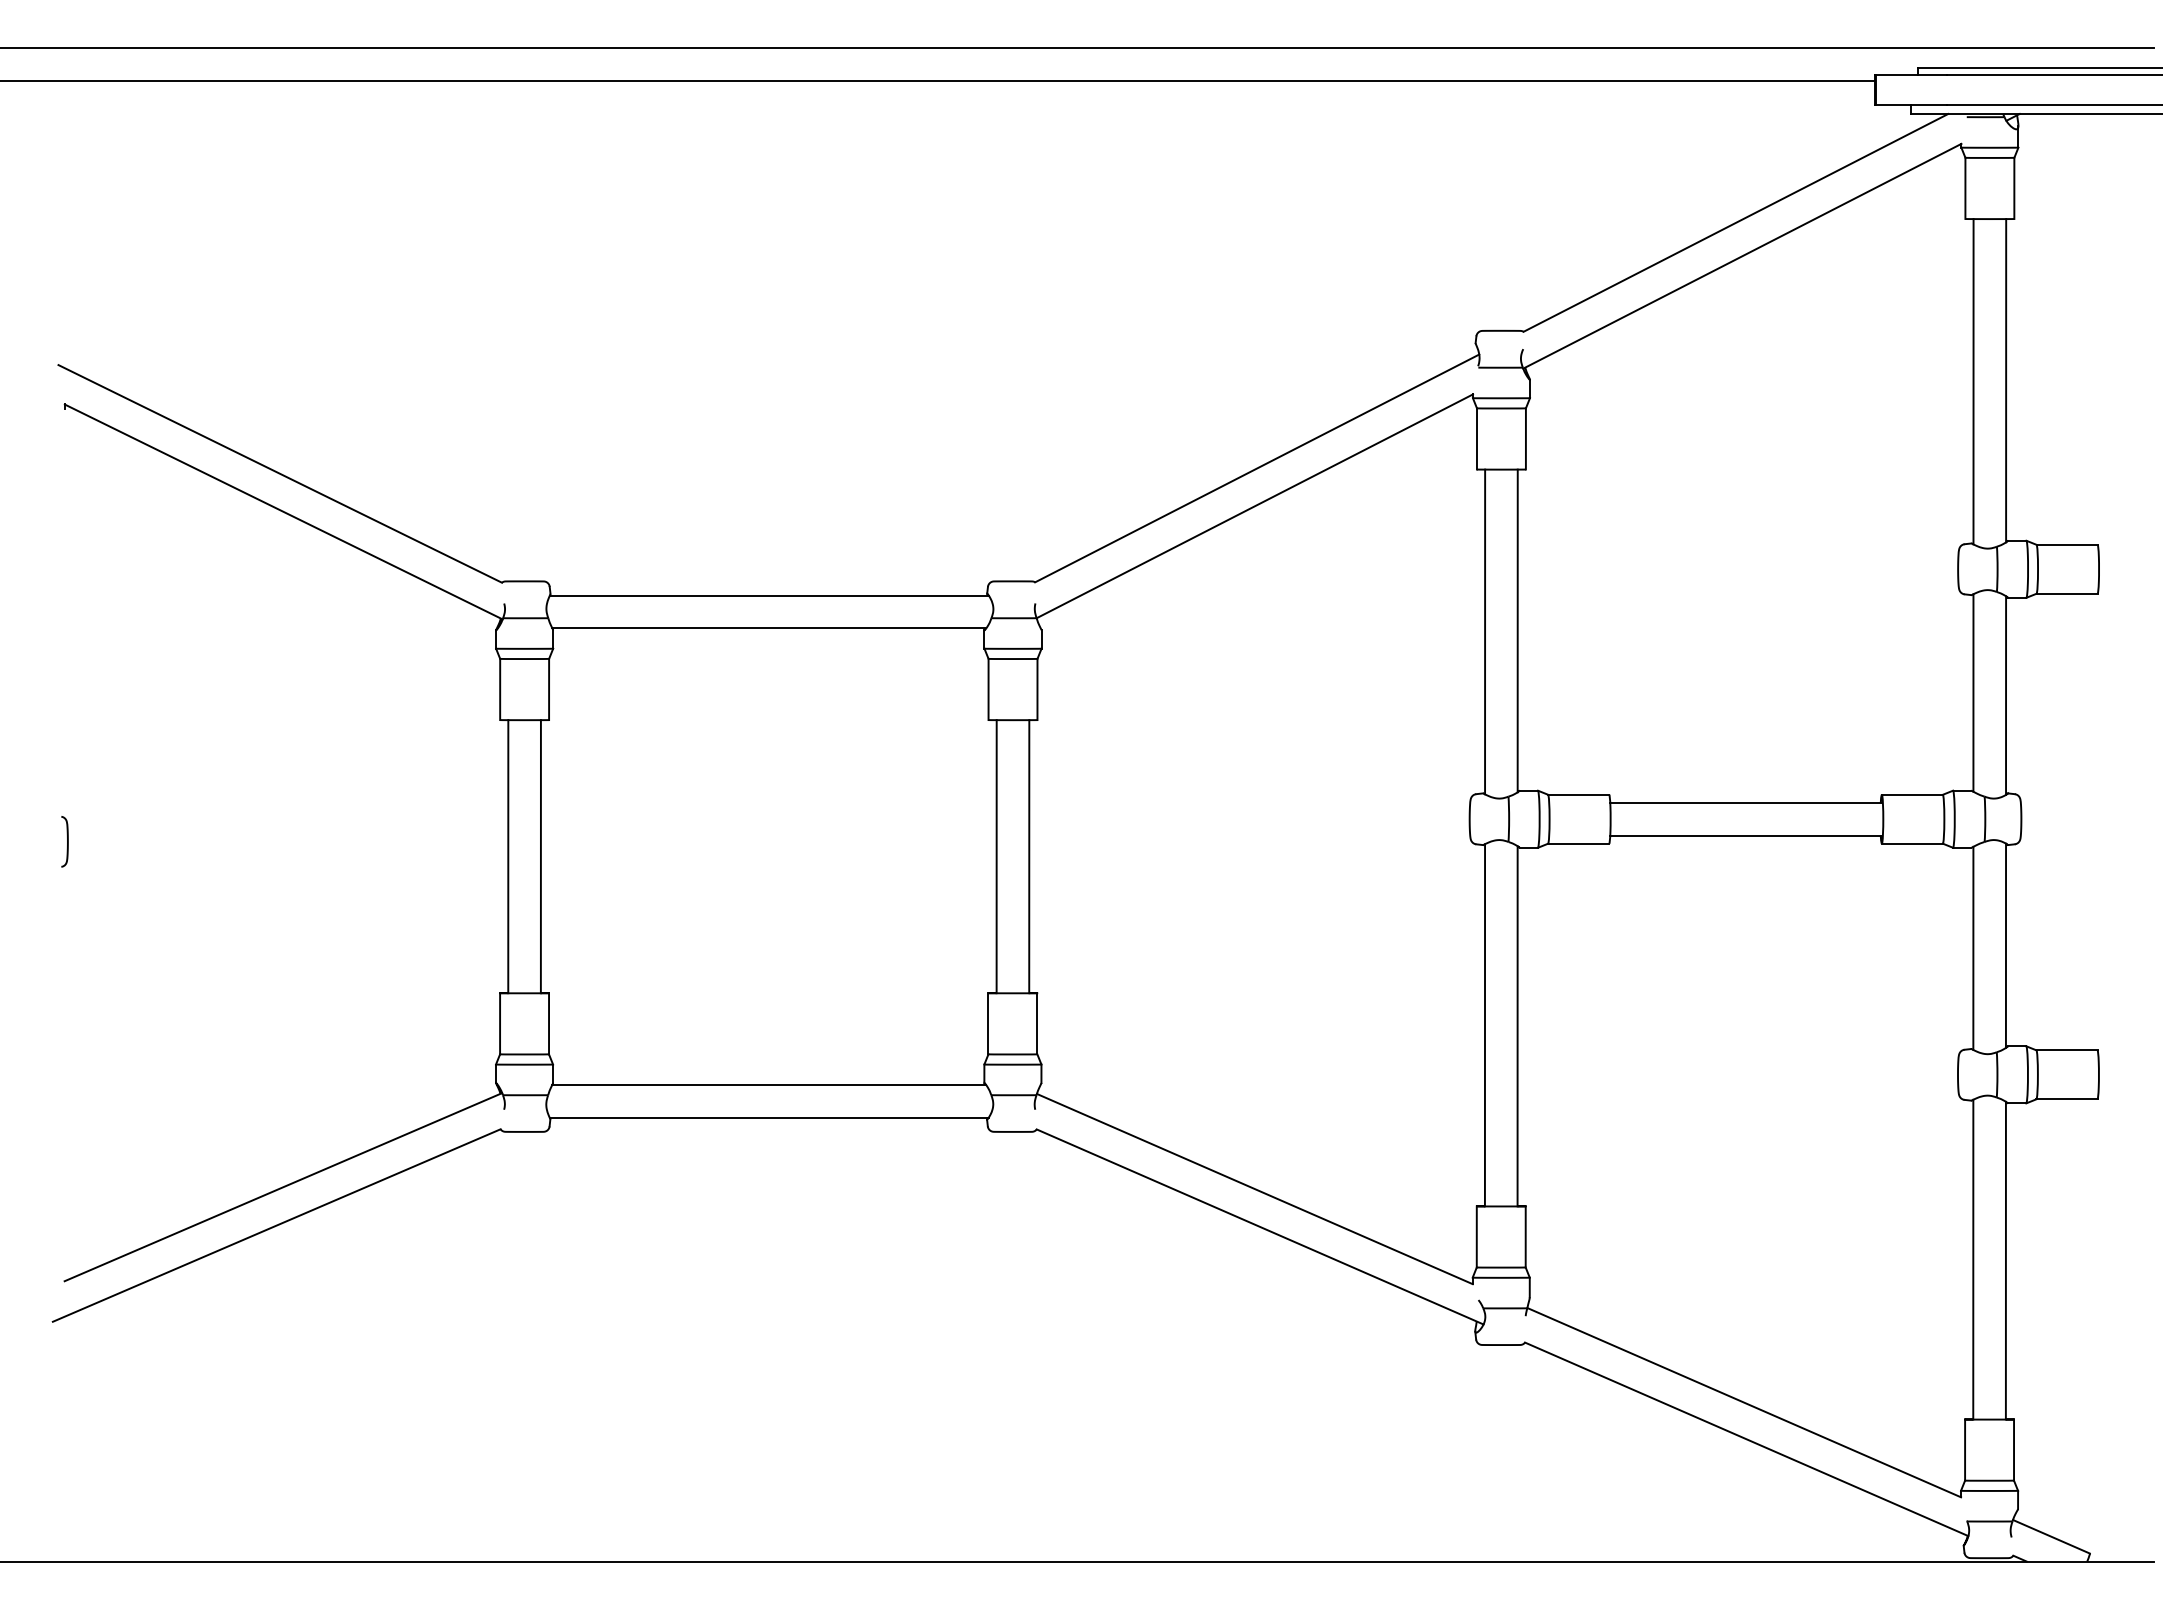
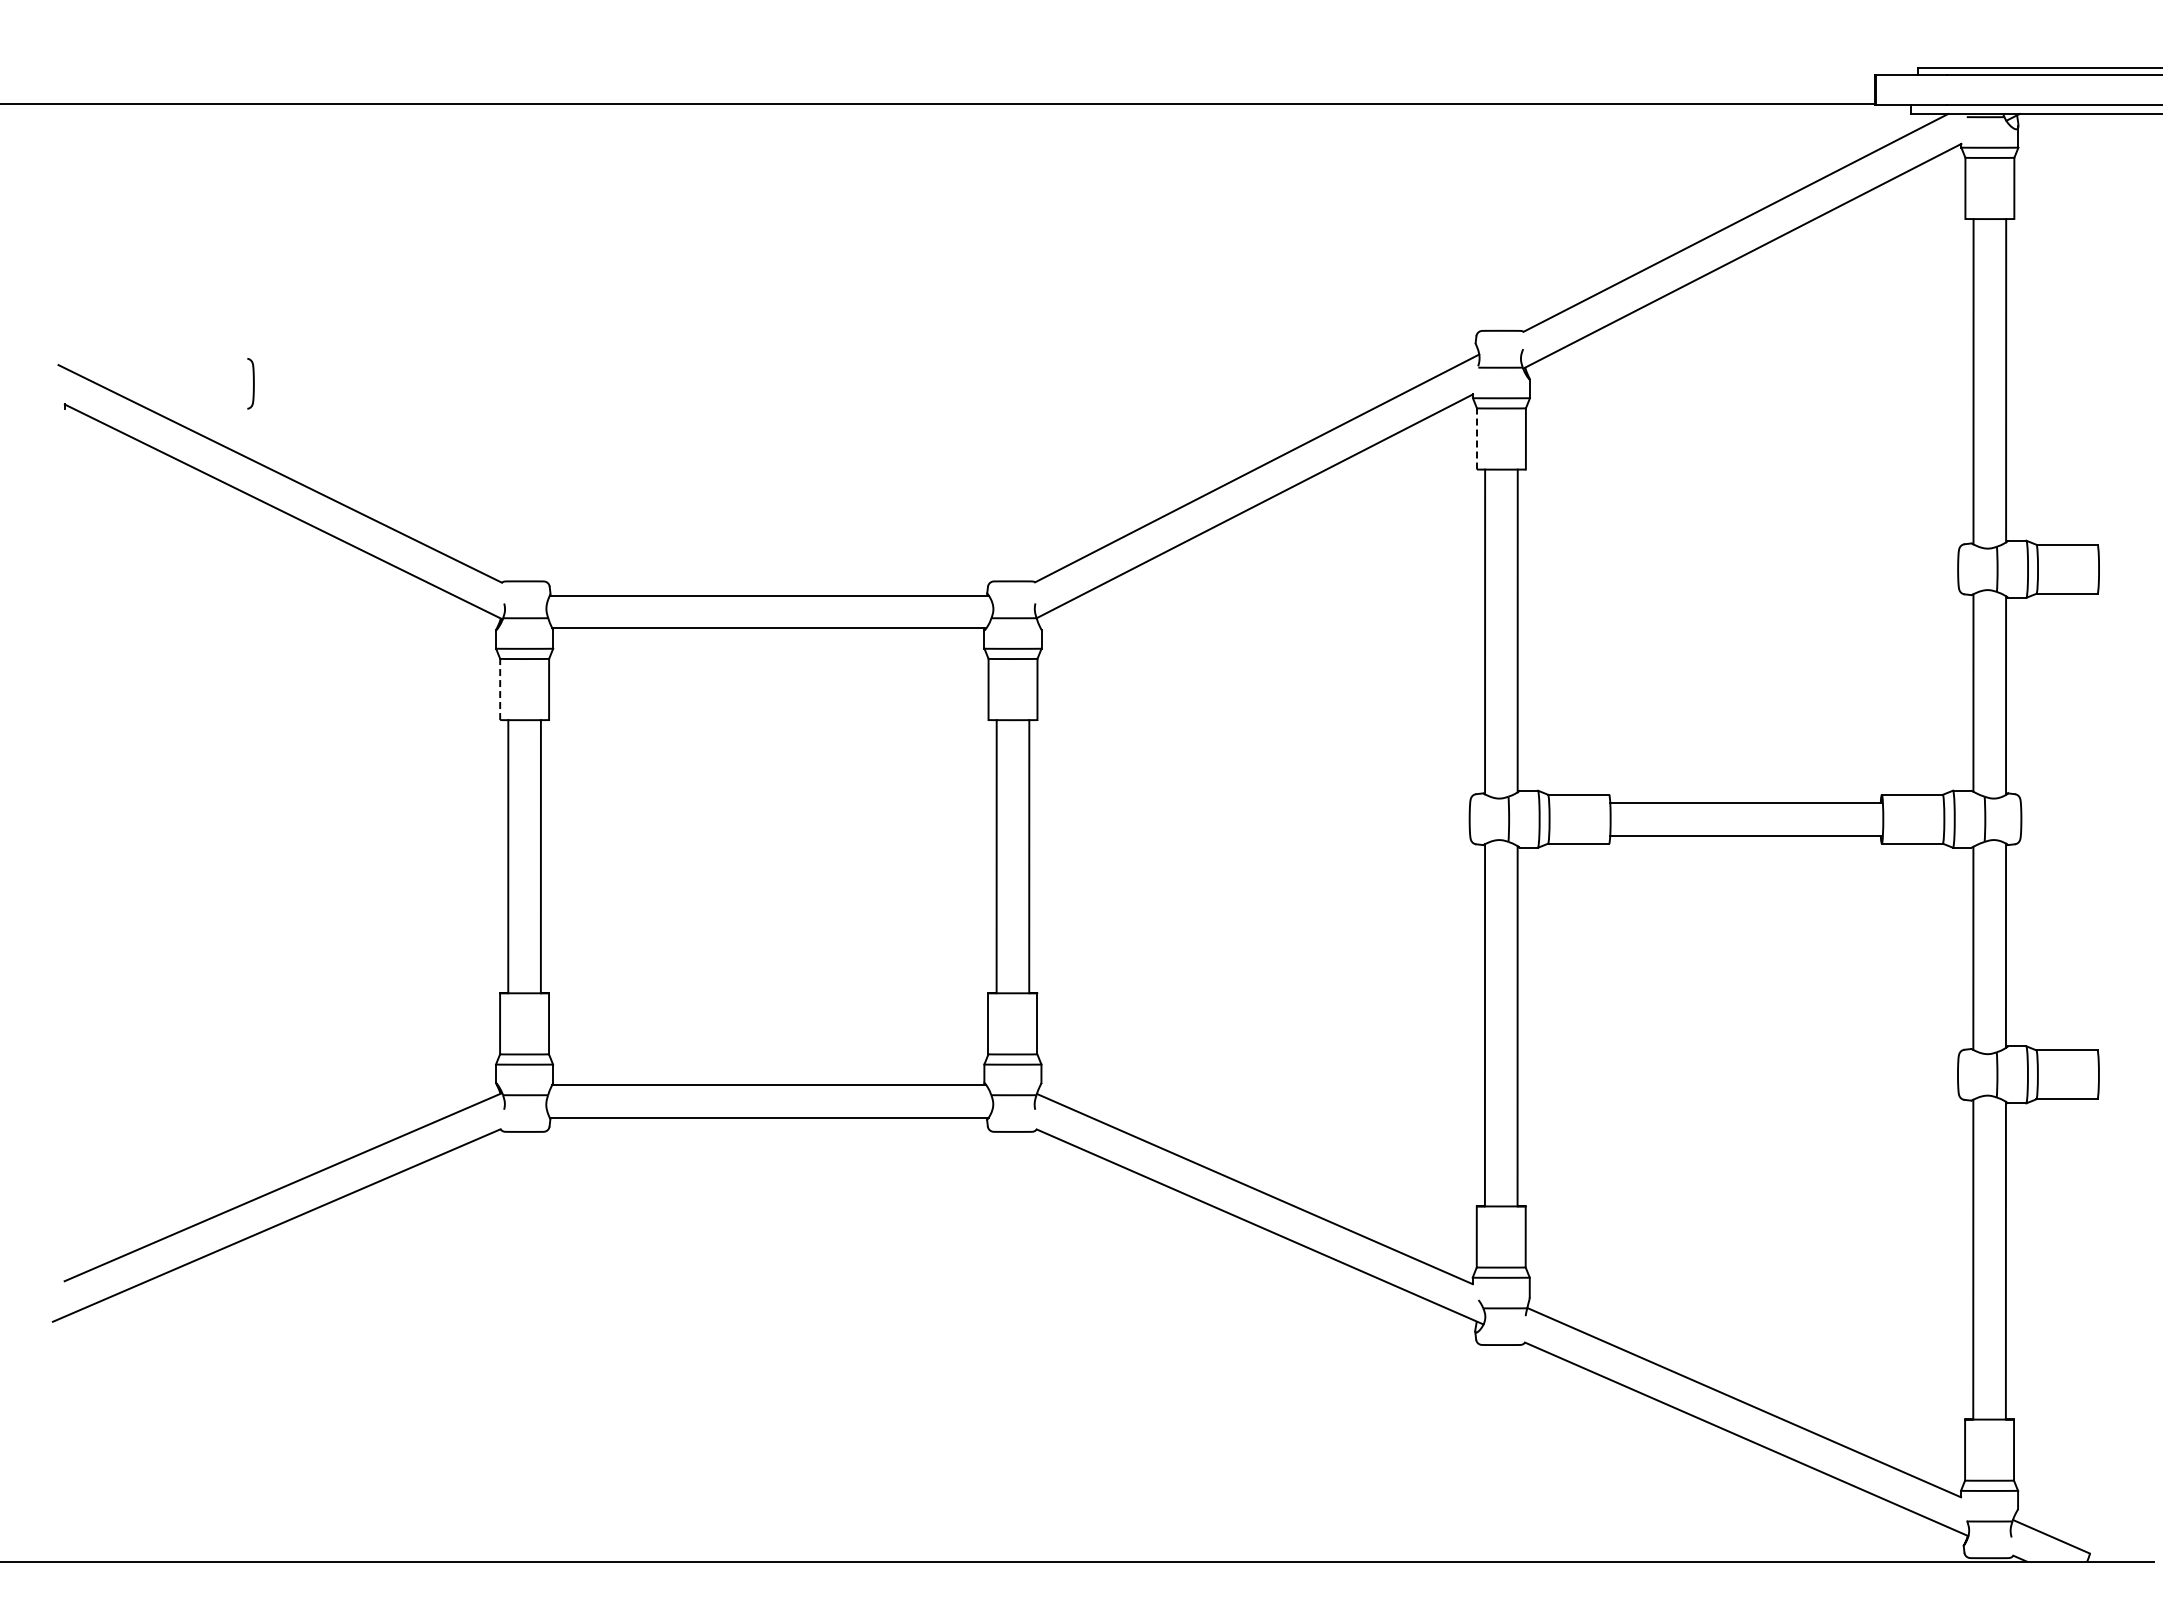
line at (1077, 48): present -> none
line at (938, 81) position: (938, 81) -> (938, 104)
line at (1476, 438): solid -> dashed
line at (500, 689): solid -> dashed
curve at (67, 841) position: (67, 841) -> (253, 383)
